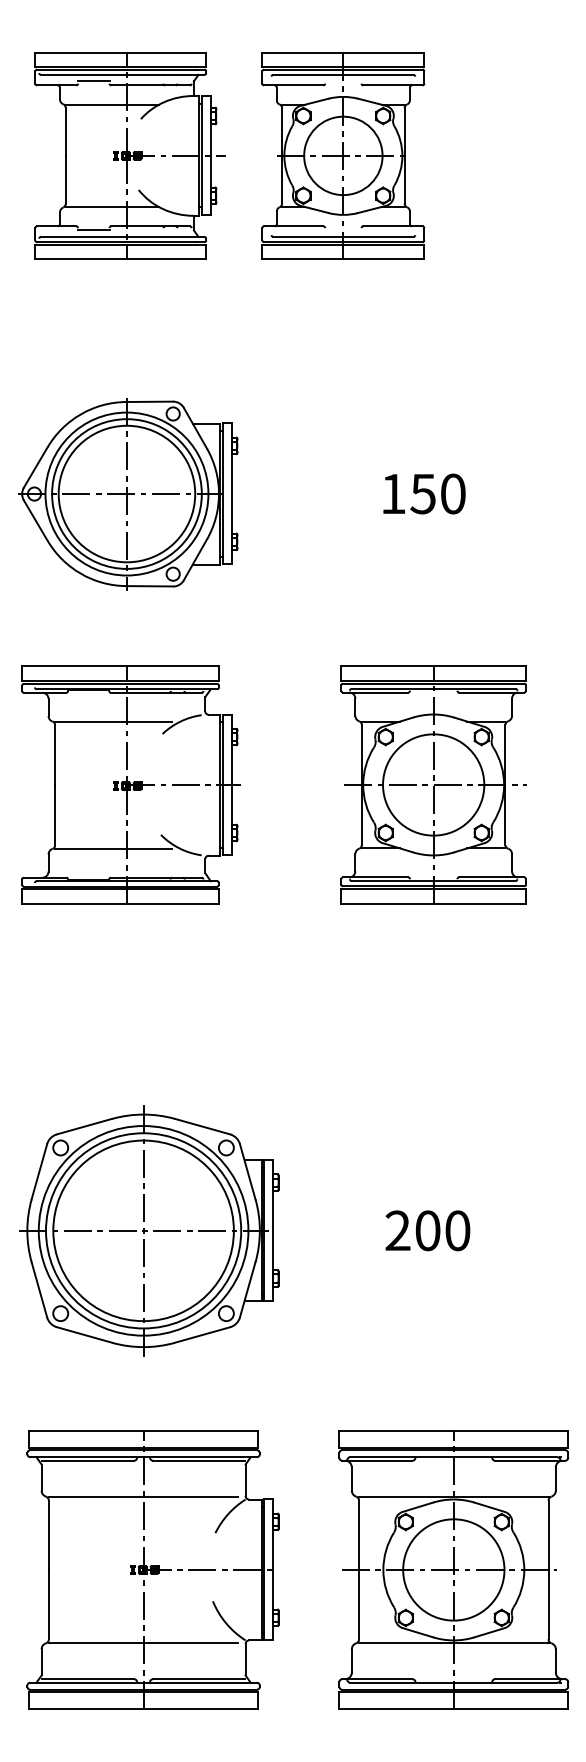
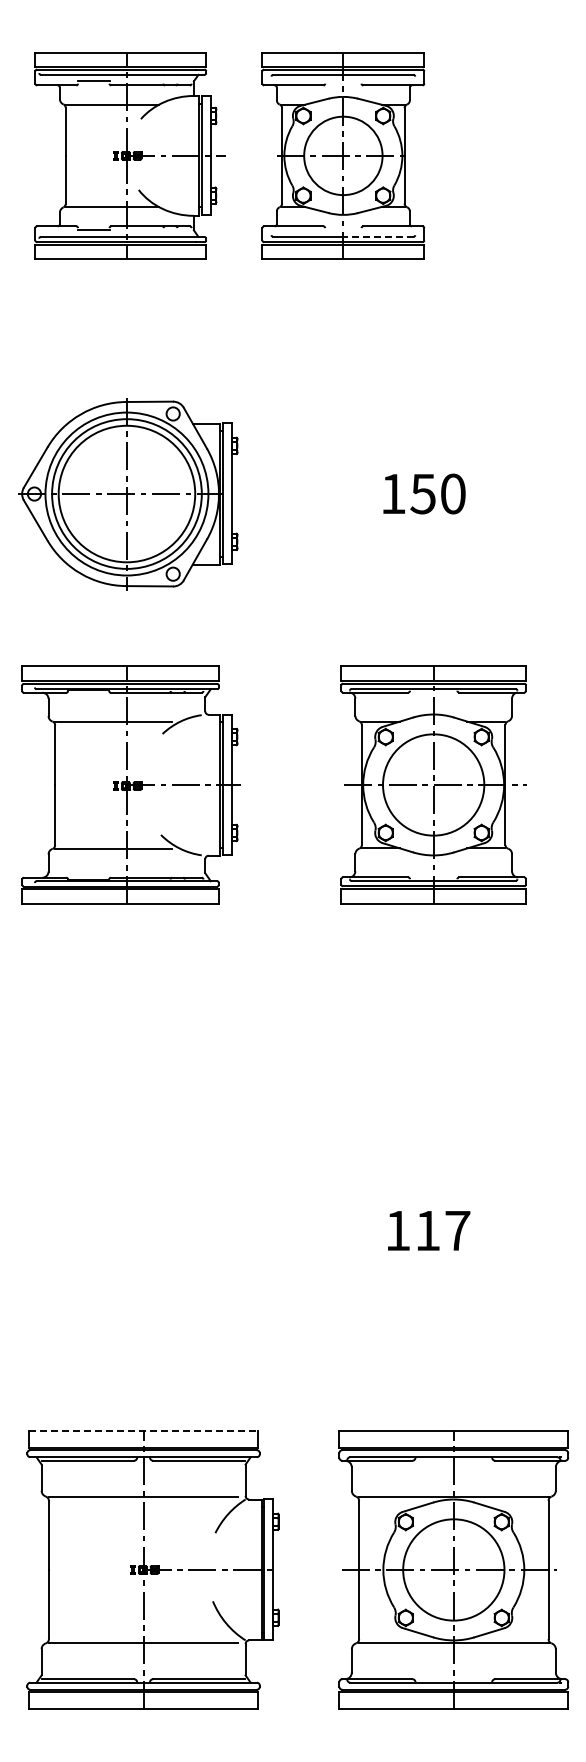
line at (377, 236): solid -> dashed
part at (149, 1230): present -> none
text at (427, 1230): 200 -> 117
line at (144, 1430): solid -> dashed
